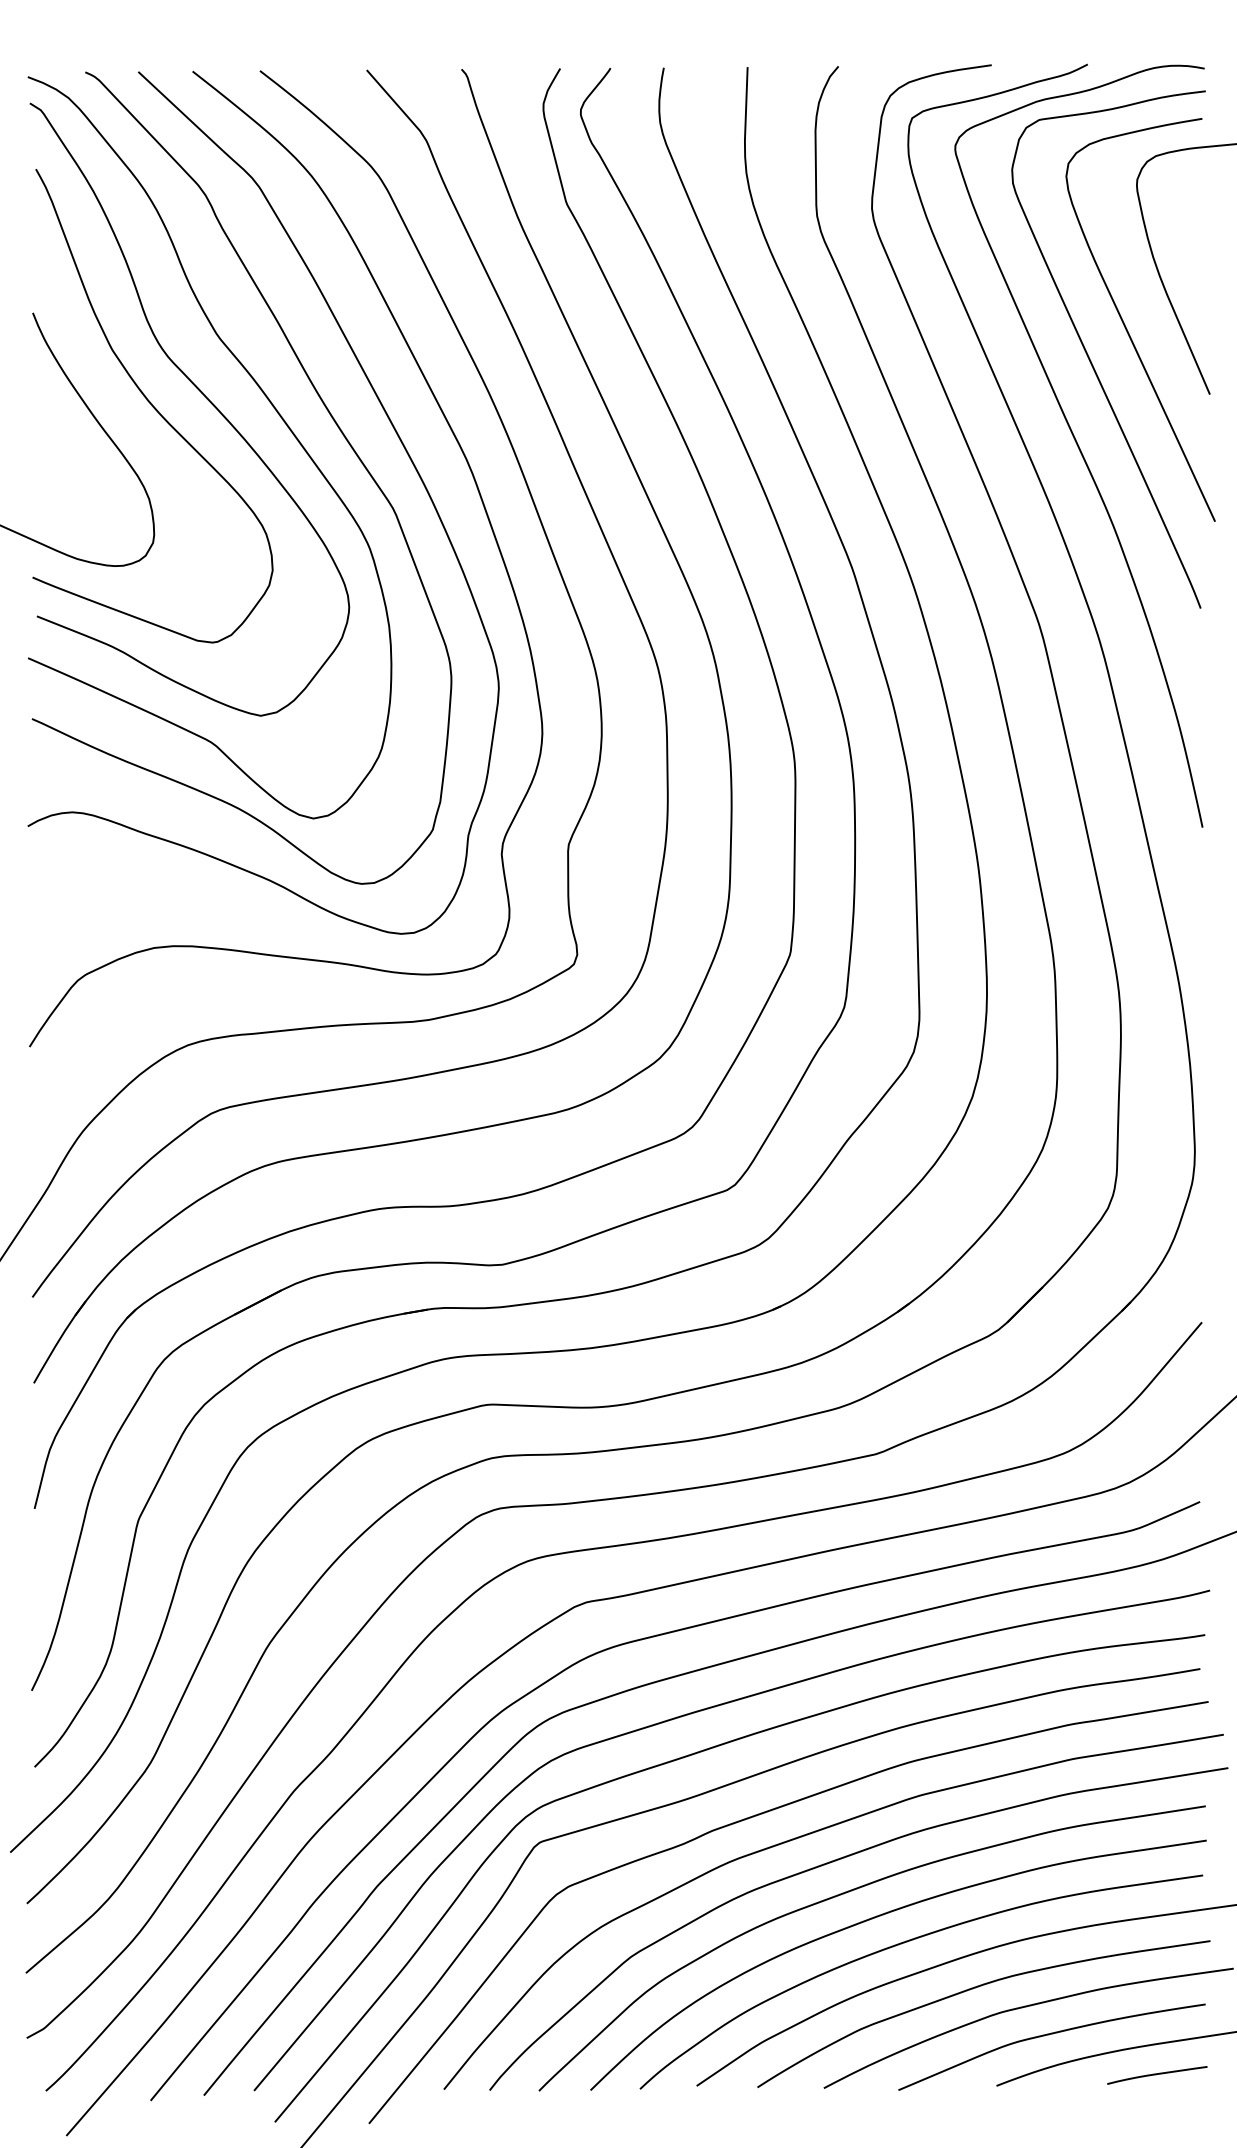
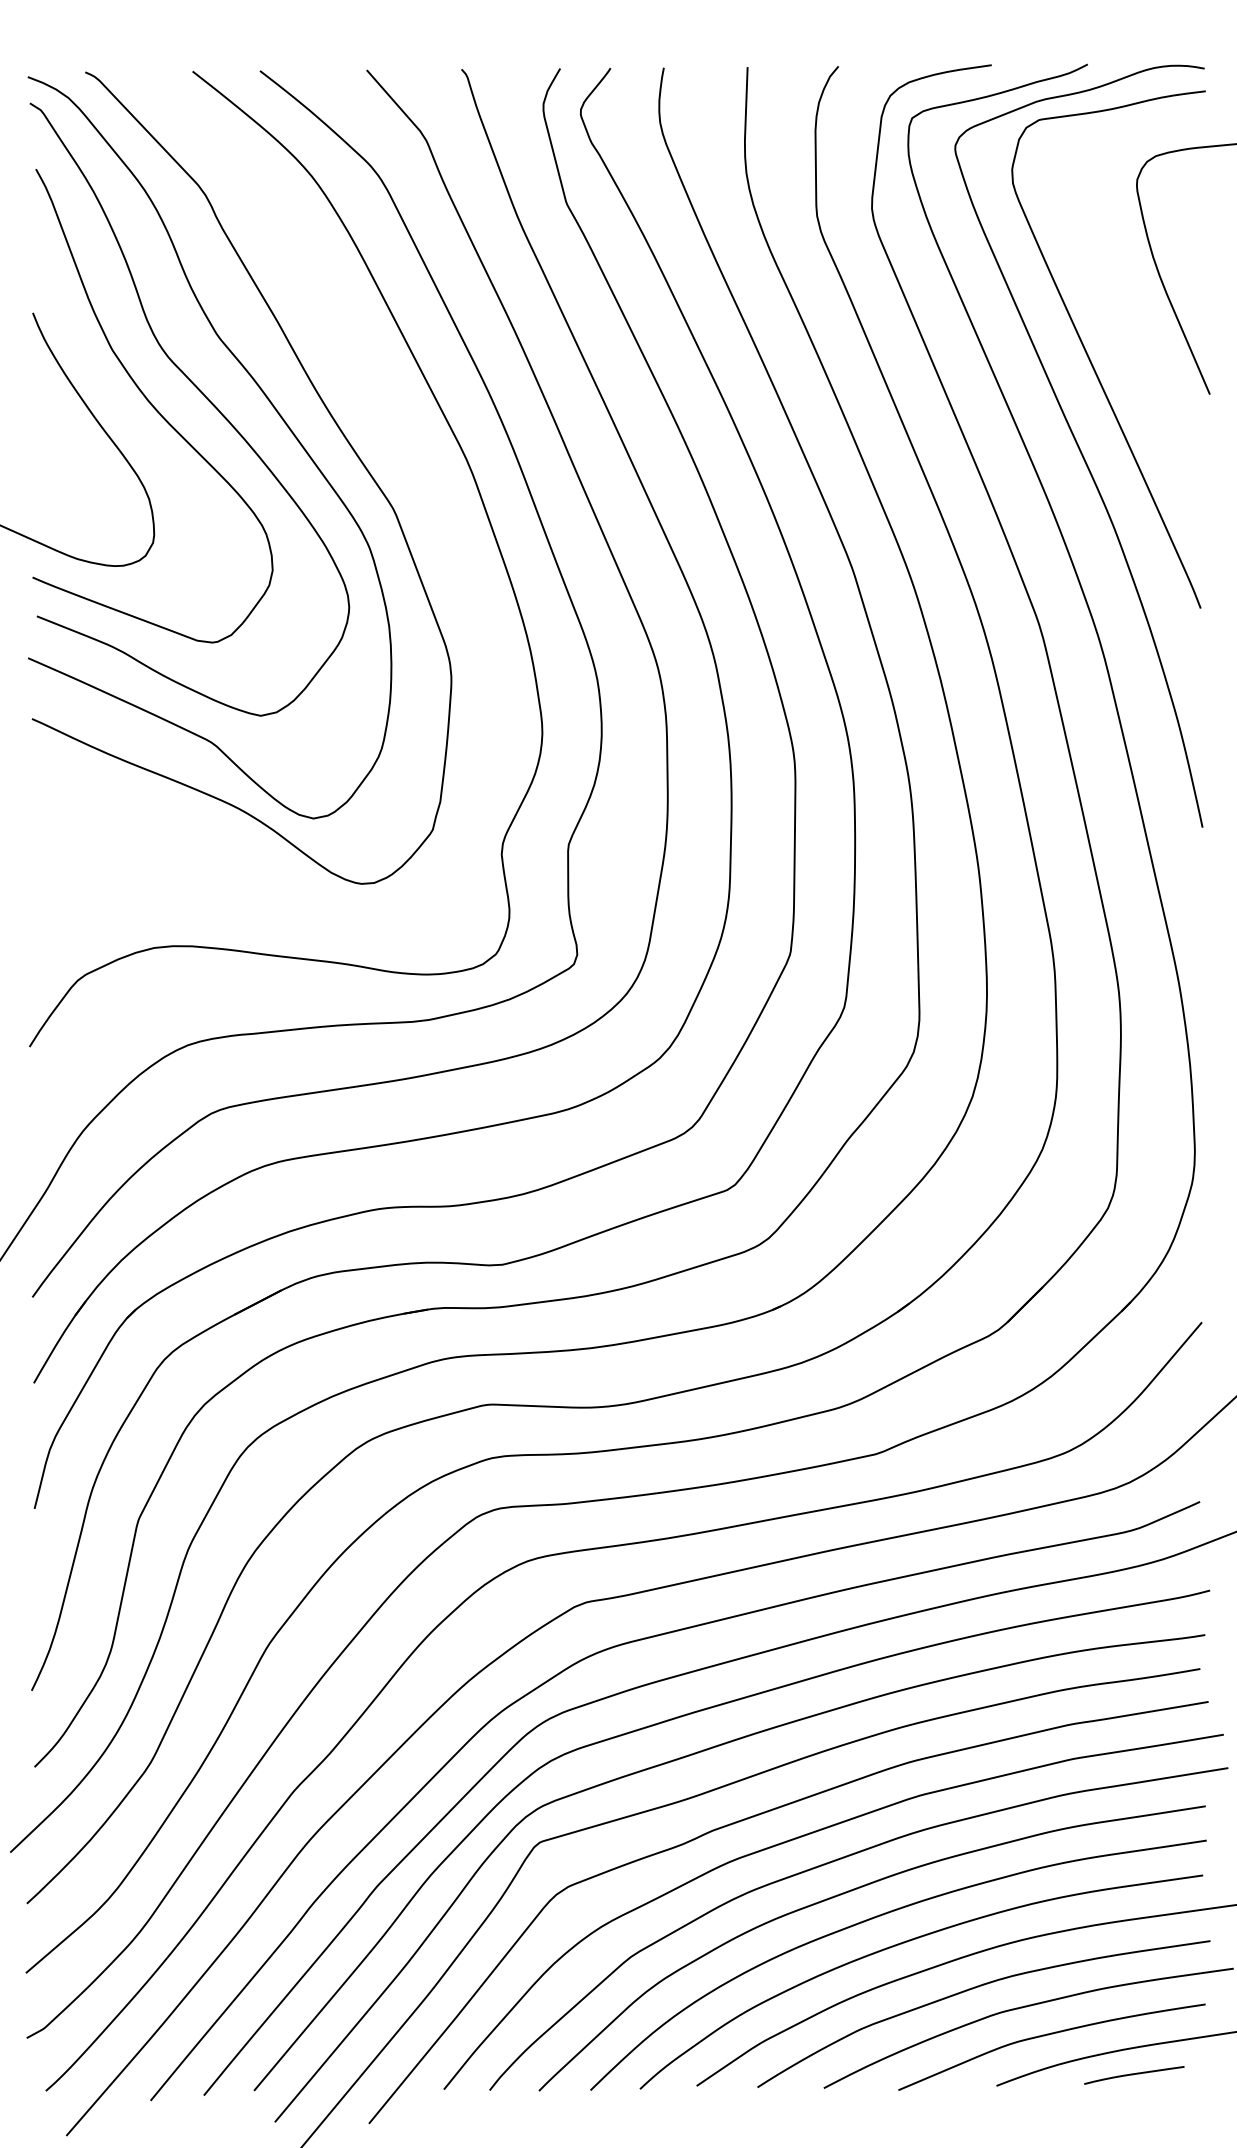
curve at (1126, 326): present -> none
curve at (392, 427): present -> none
curve at (1157, 2074) position: (1157, 2074) -> (1134, 2074)
